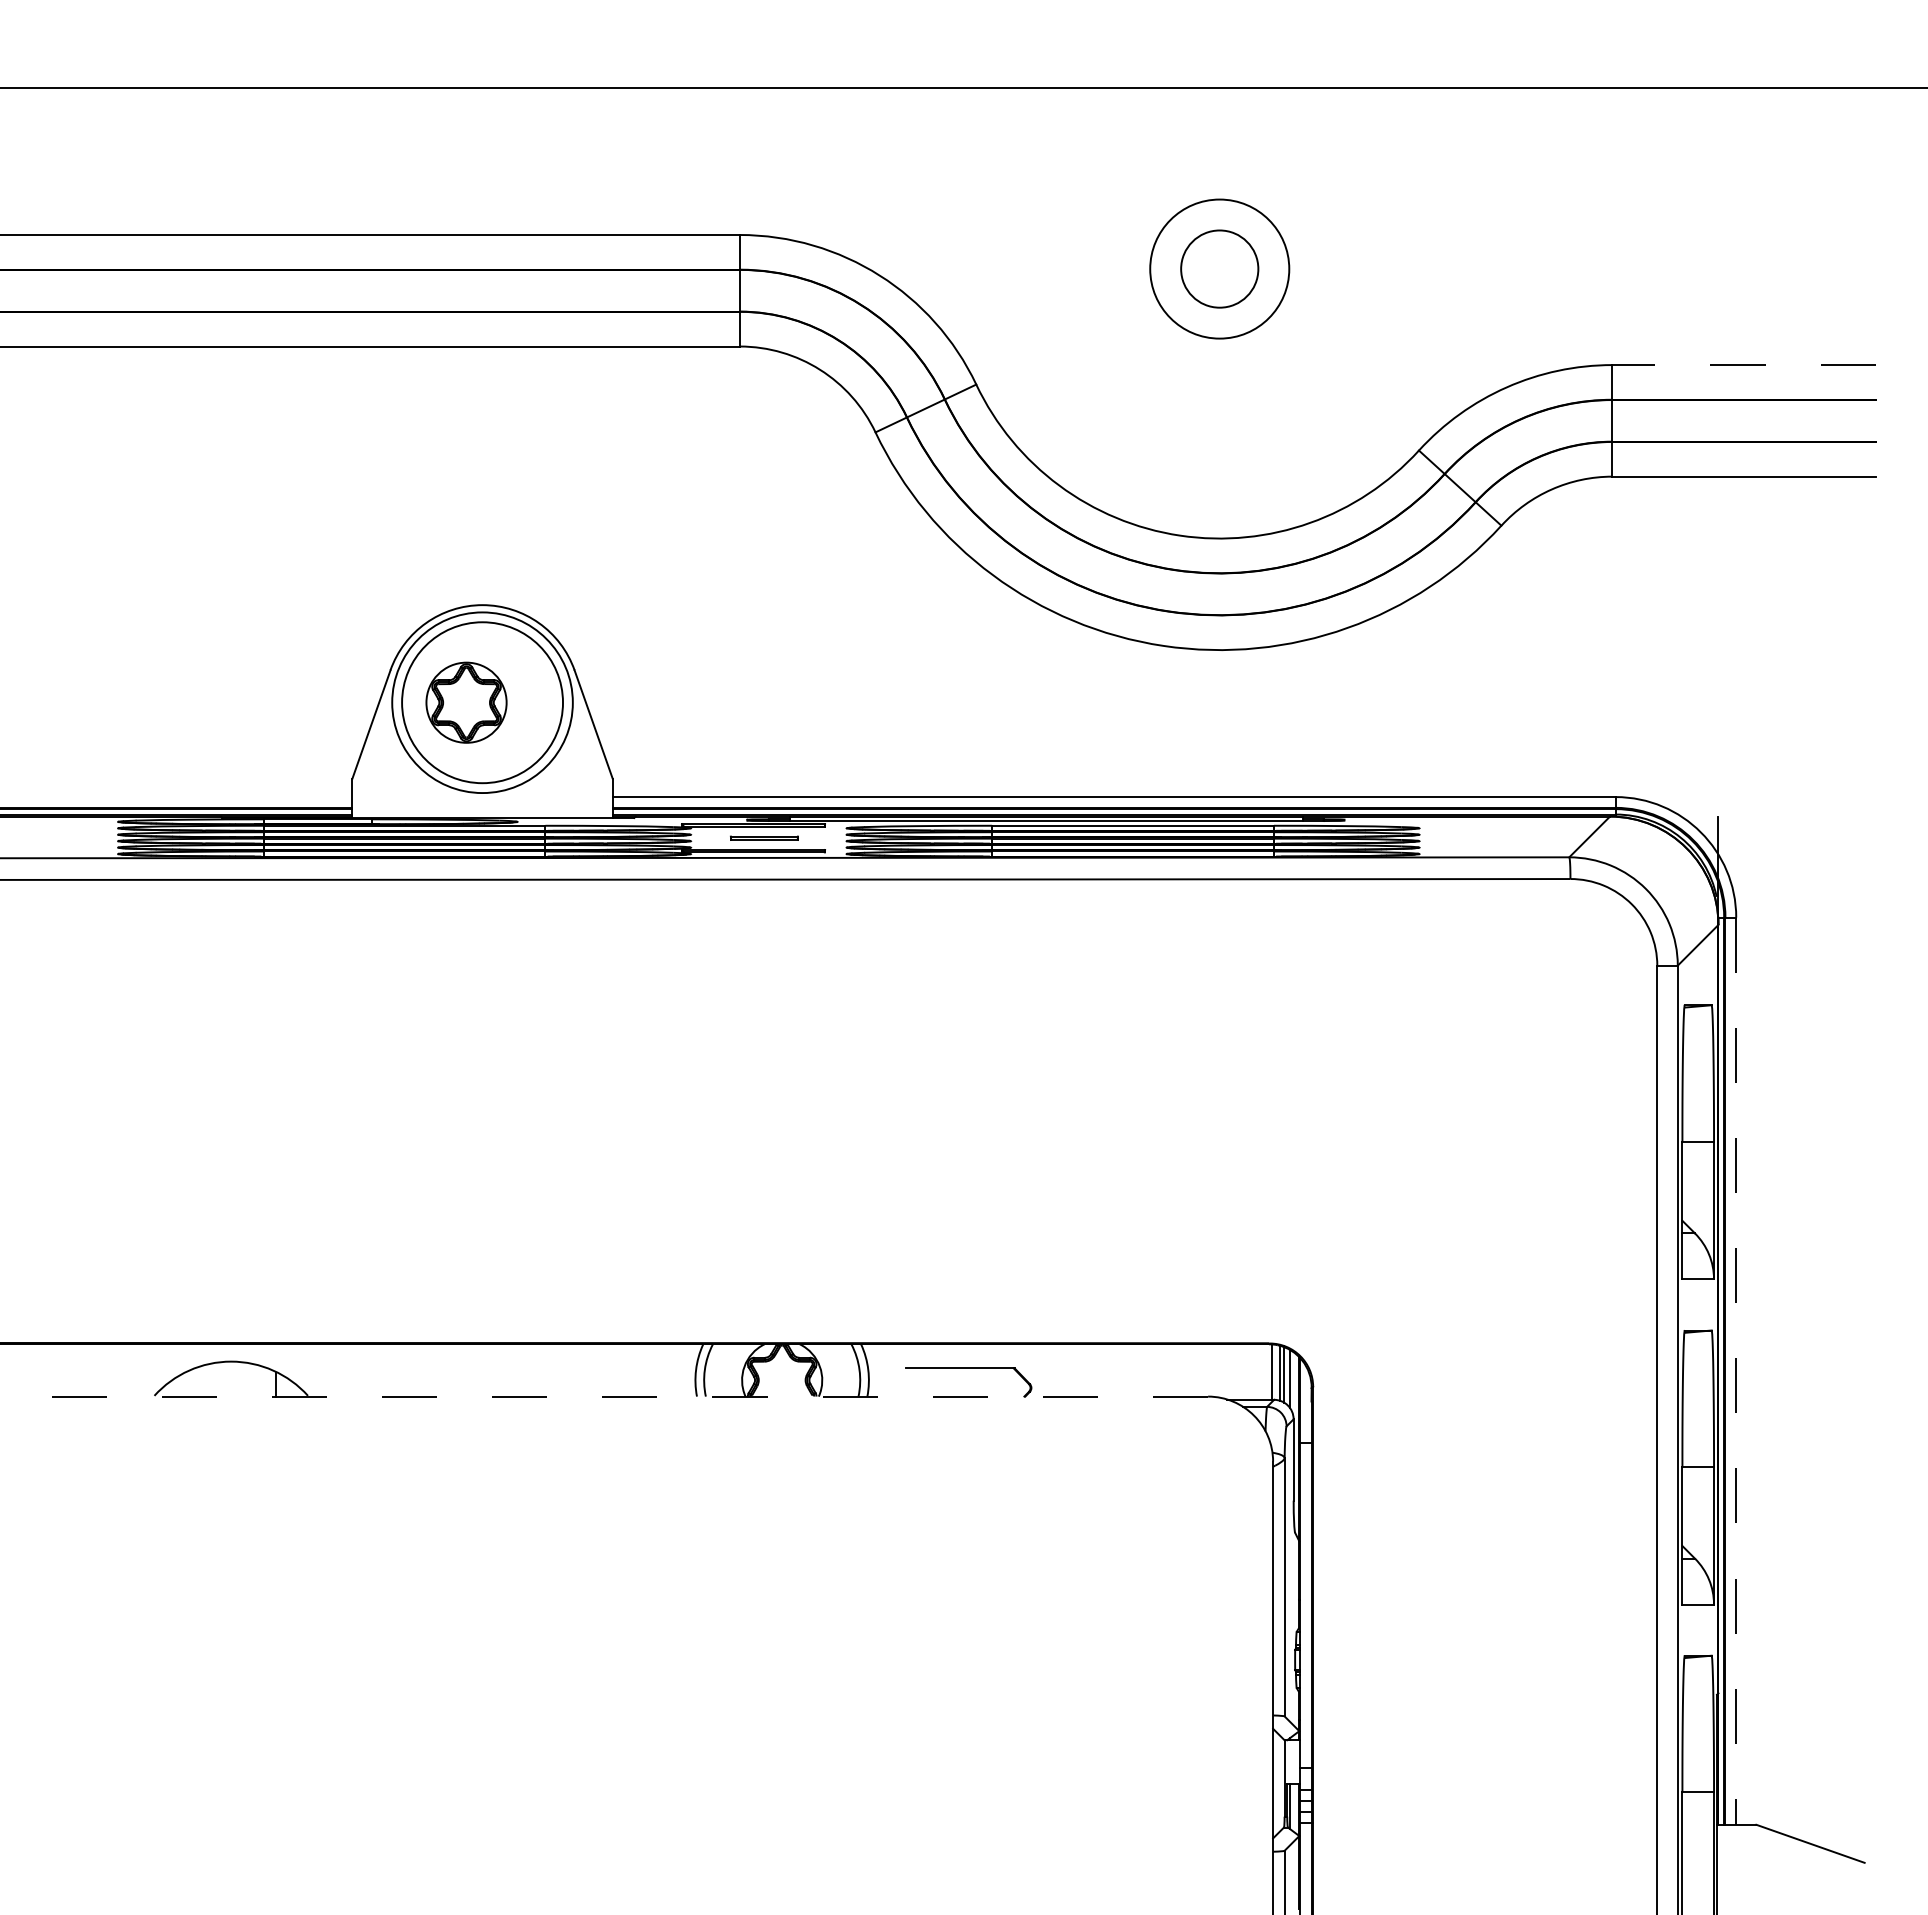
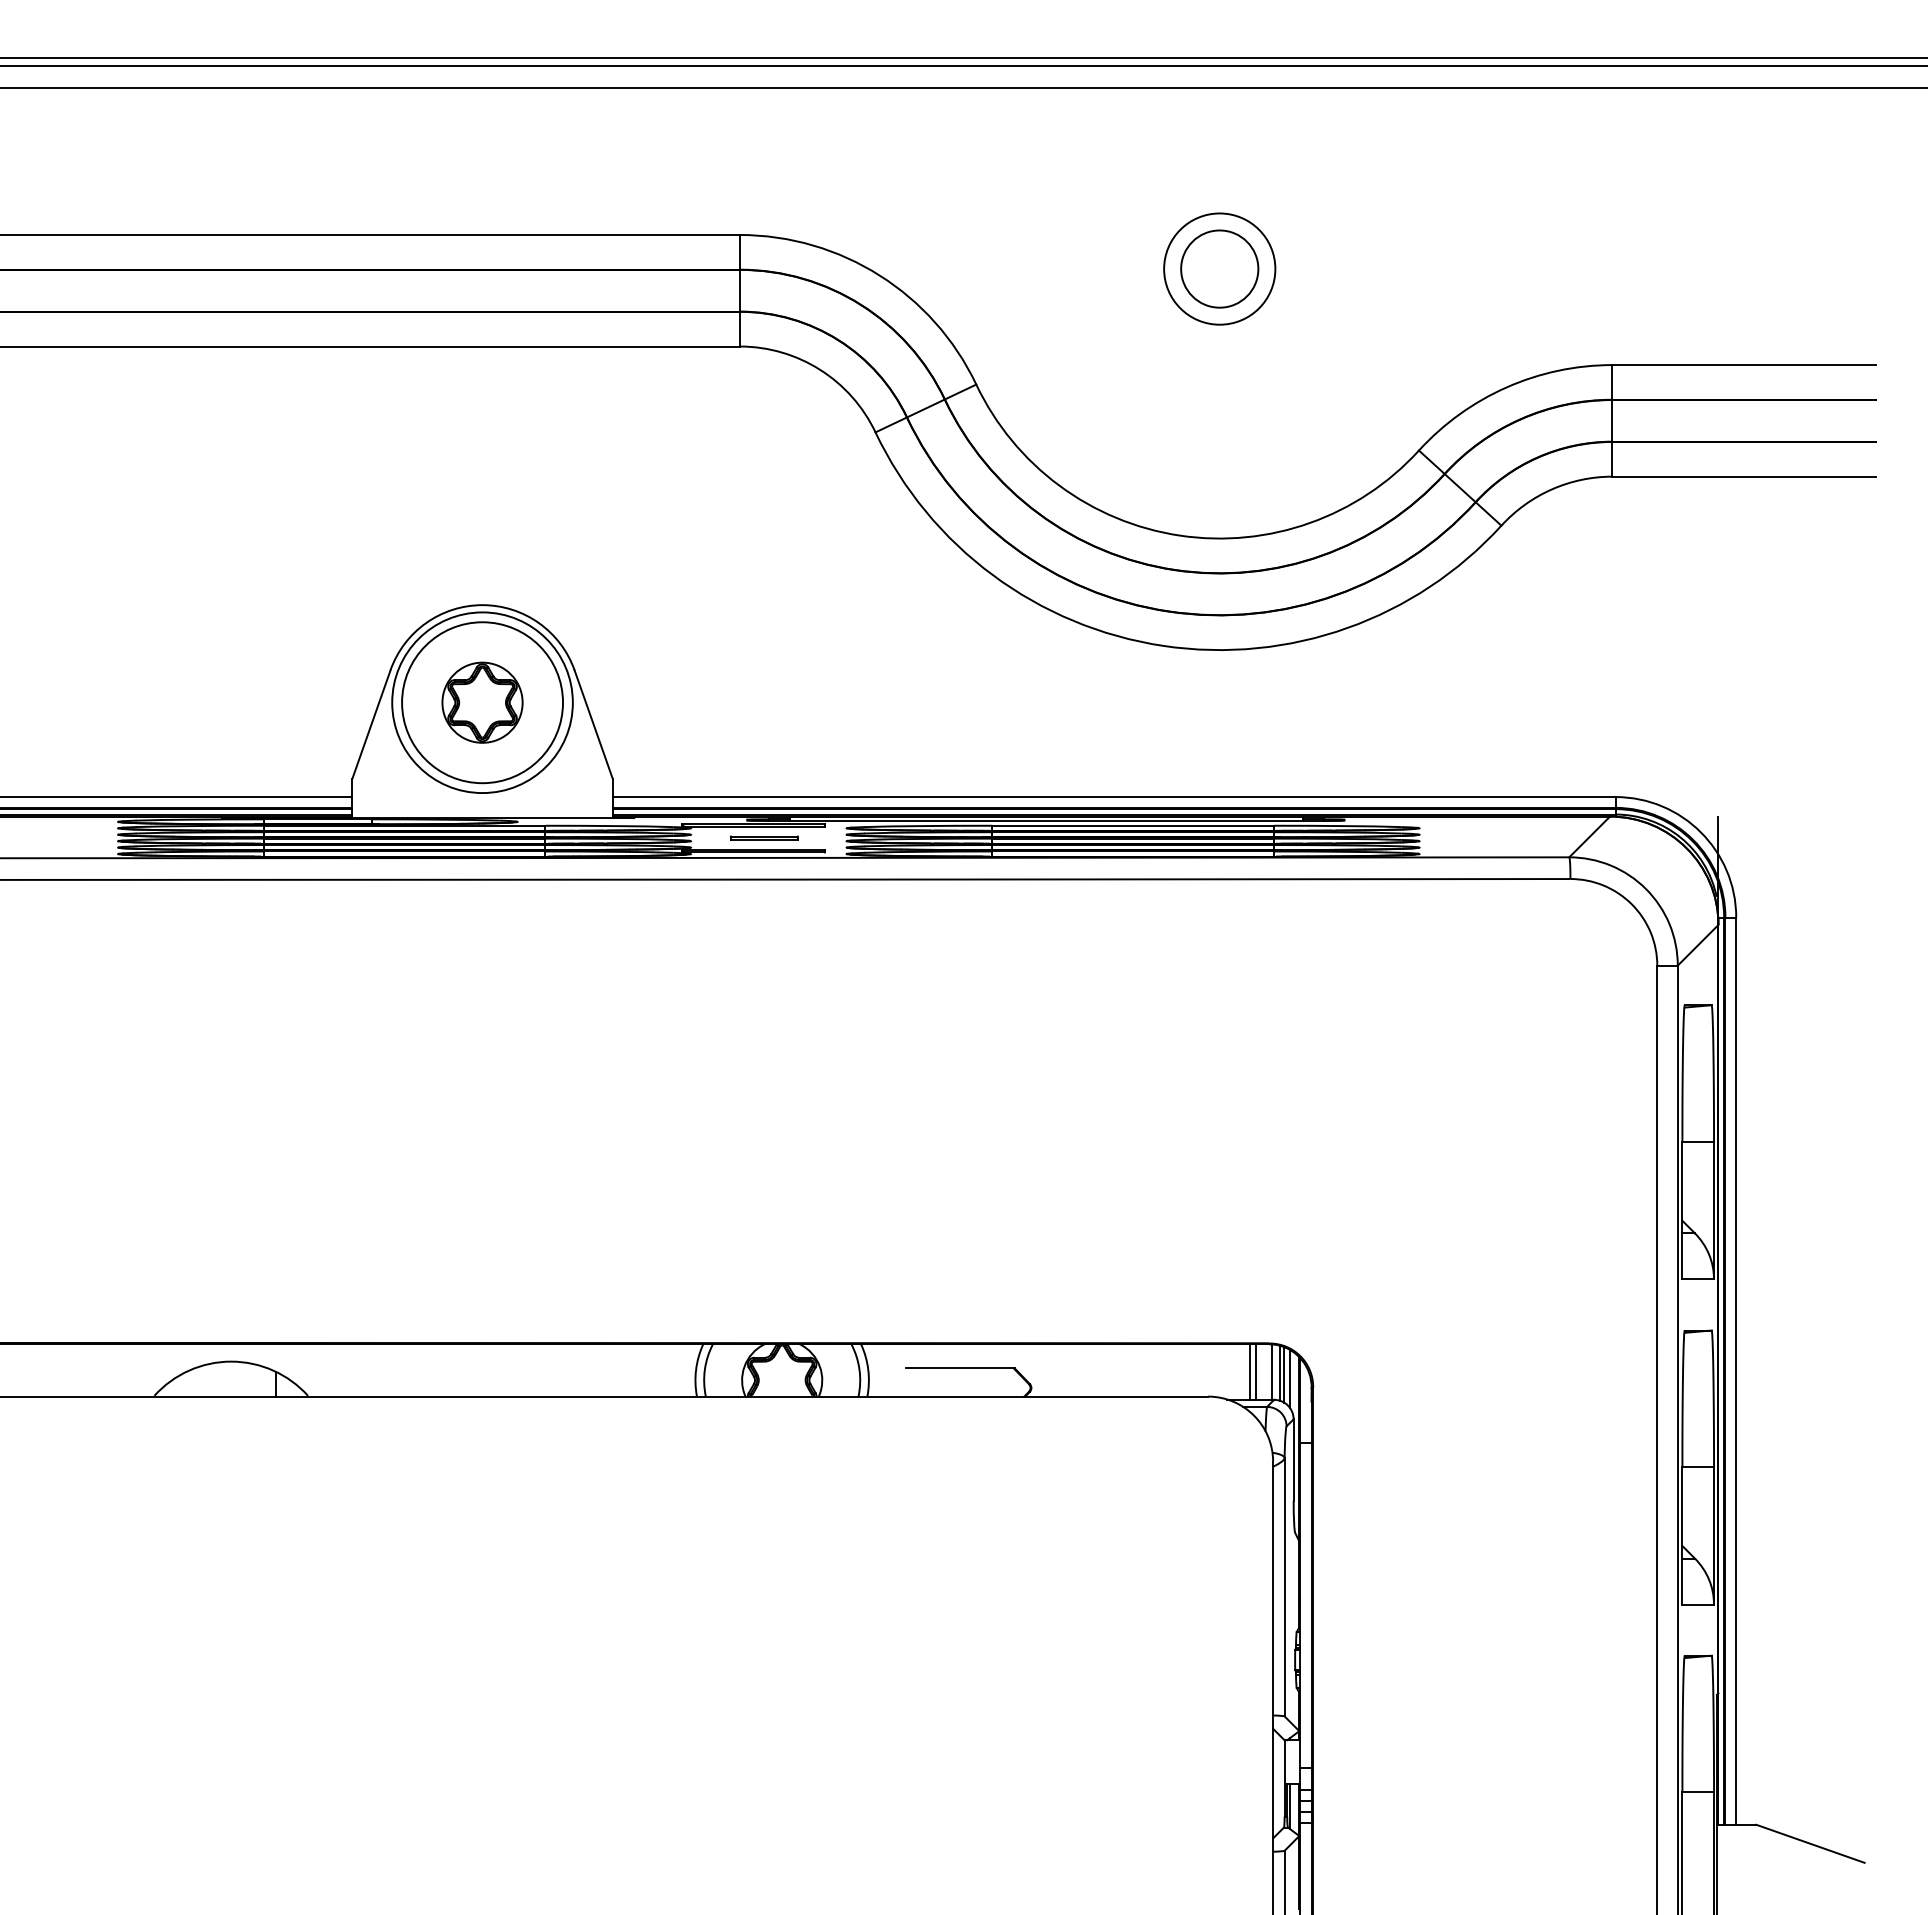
line at (963, 57): none -> present
line at (963, 65): none -> present
circle at (1219, 268) diameter: 139 px -> 111 px
line at (1744, 365): dashed -> solid
part at (466, 702) position: (466, 702) -> (482, 702)
line at (177, 797): none -> present
line at (1250, 1371): none -> present
line at (1255, 1371): none -> present
line at (1736, 1371): dashed -> solid
line at (604, 1396): dashed -> solid
